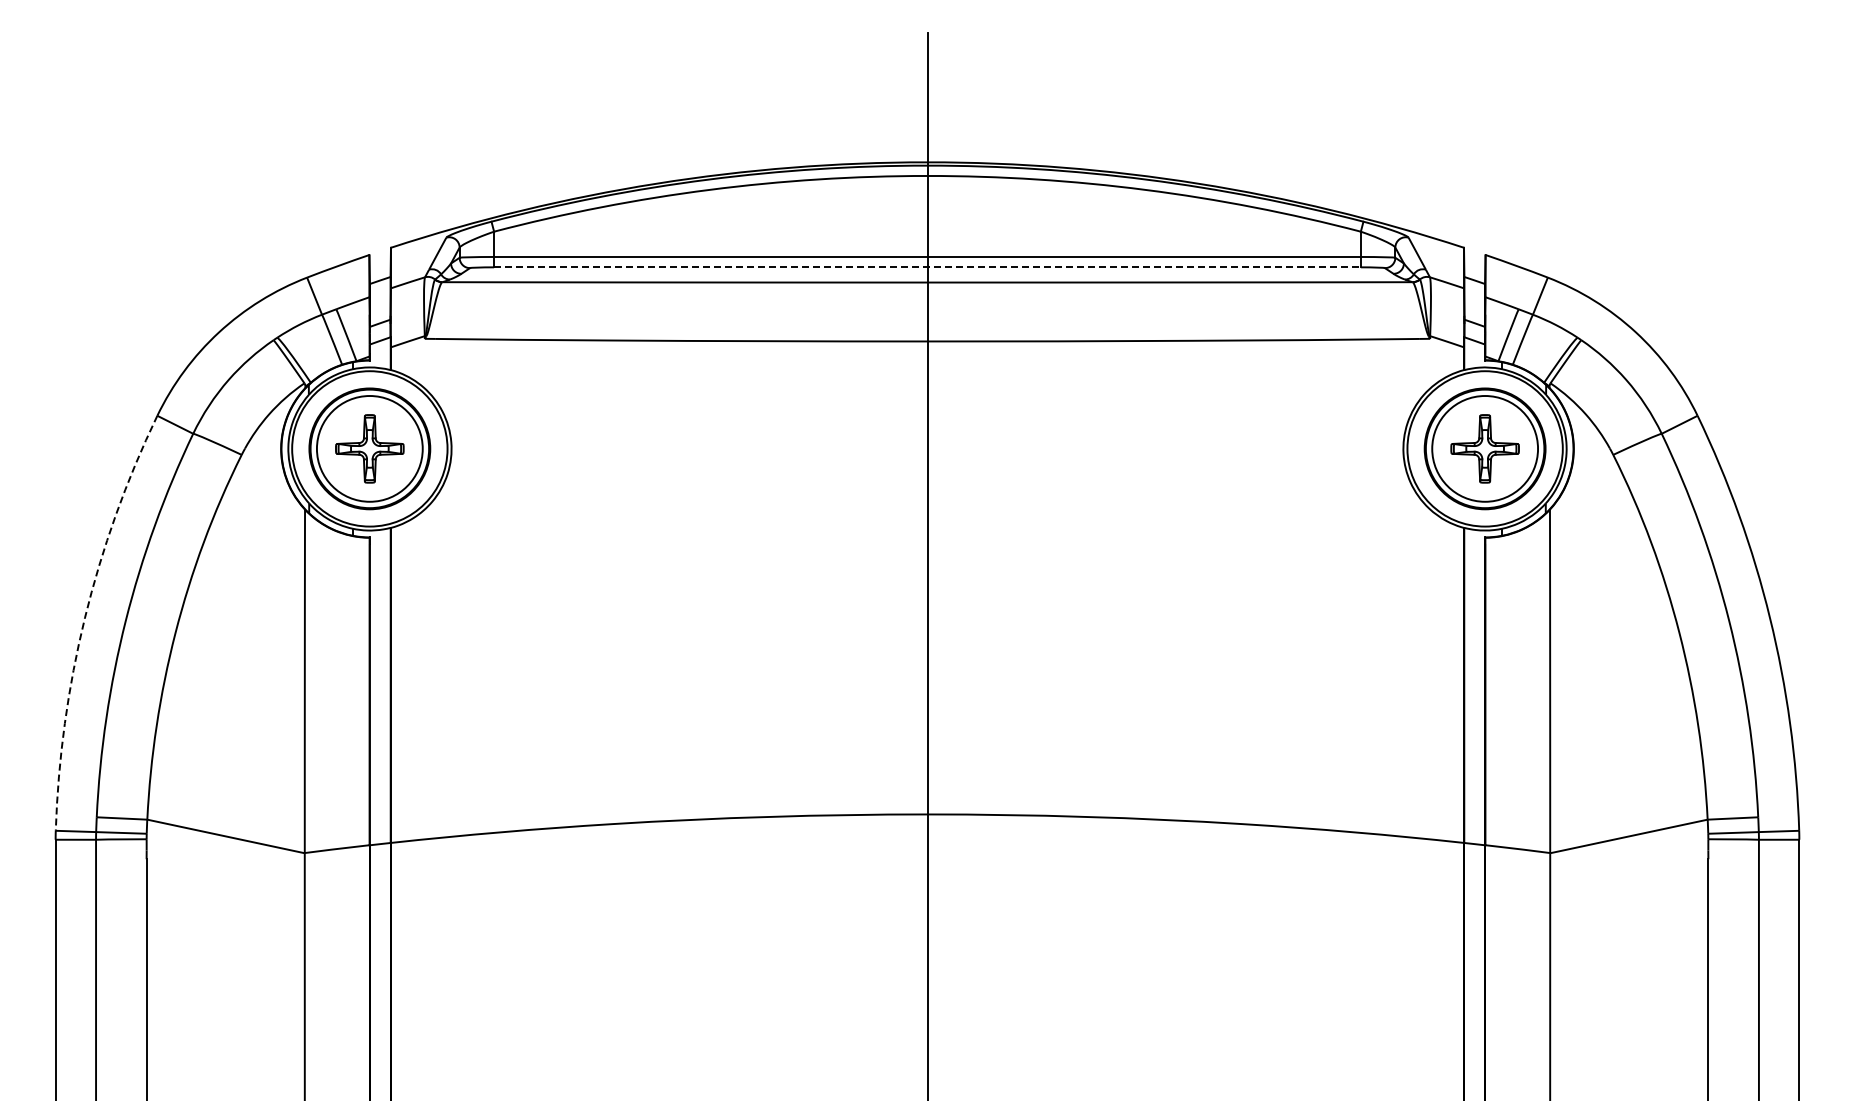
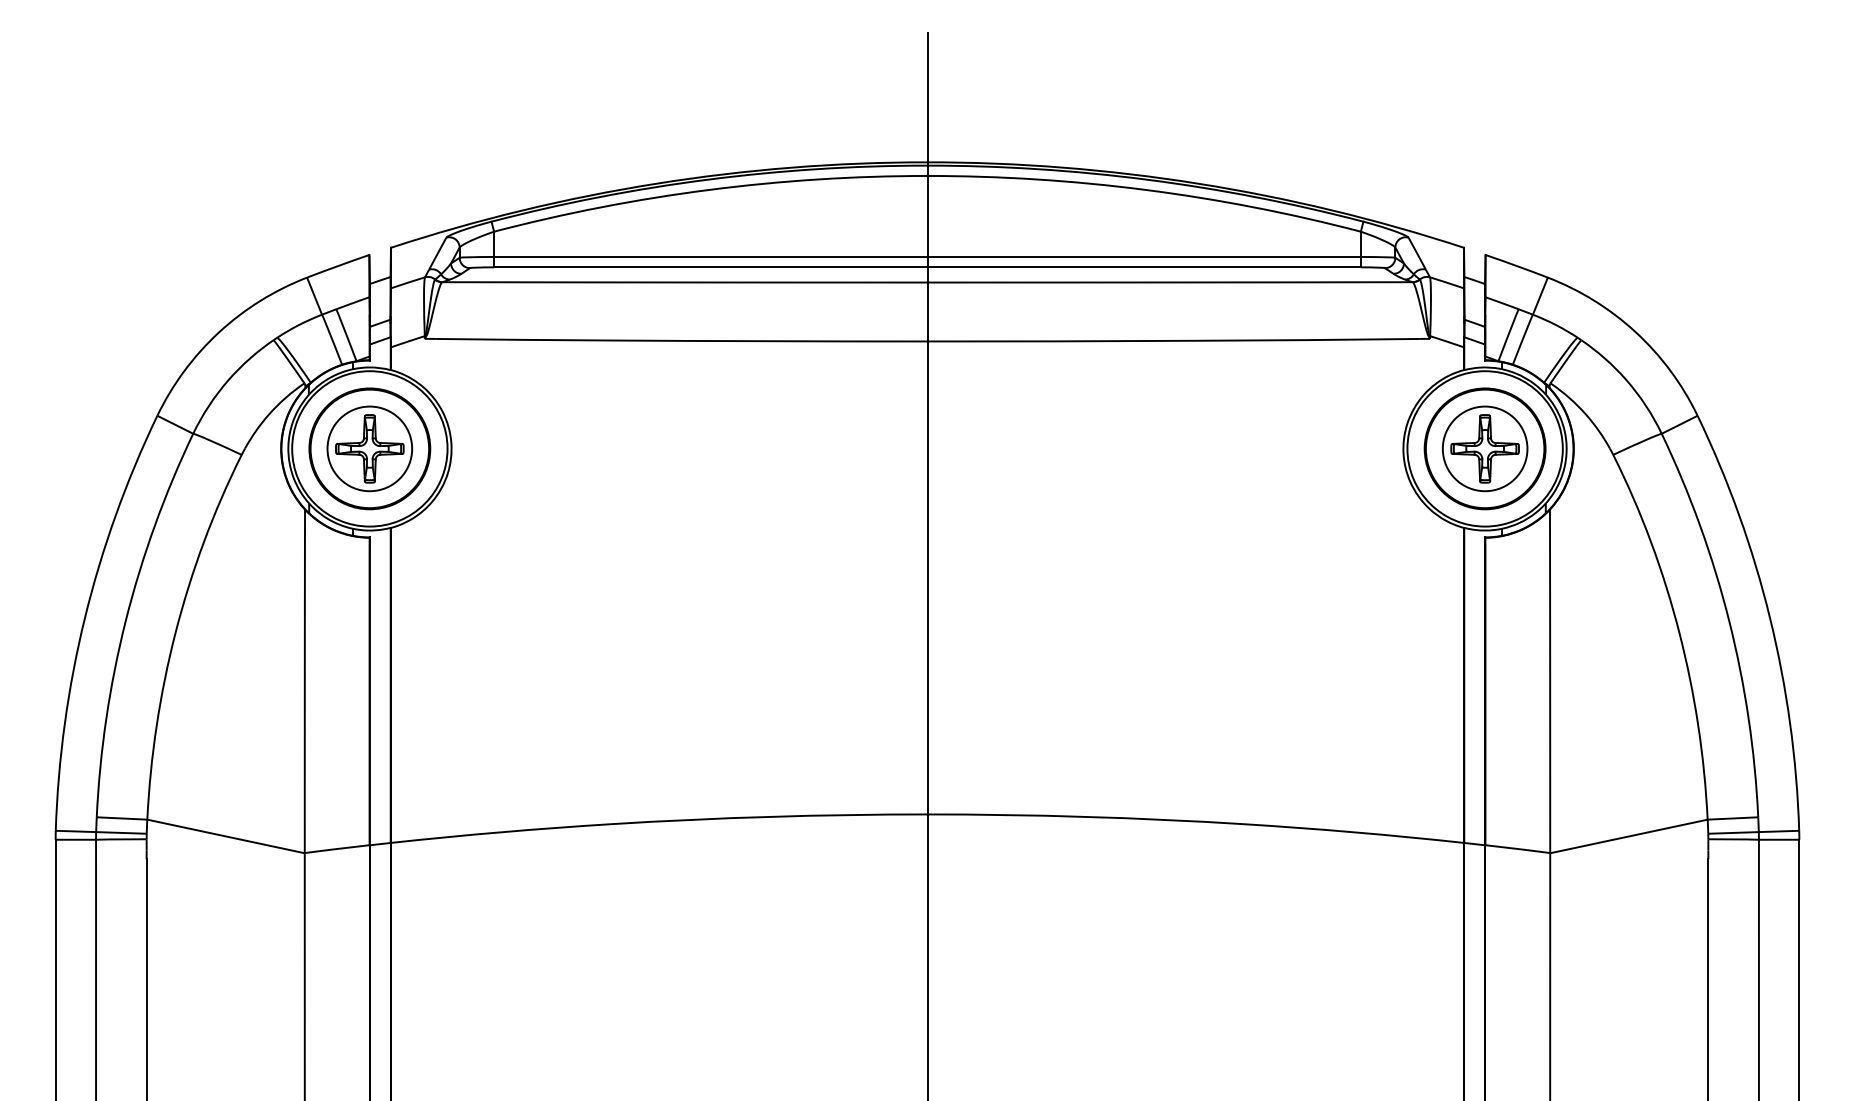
line at (928, 267): dashed -> solid
circle at (369, 448) diameter: 106 px -> 85 px
circle at (1485, 448) diameter: 106 px -> 85 px
arc at (84, 618): dashed -> solid
